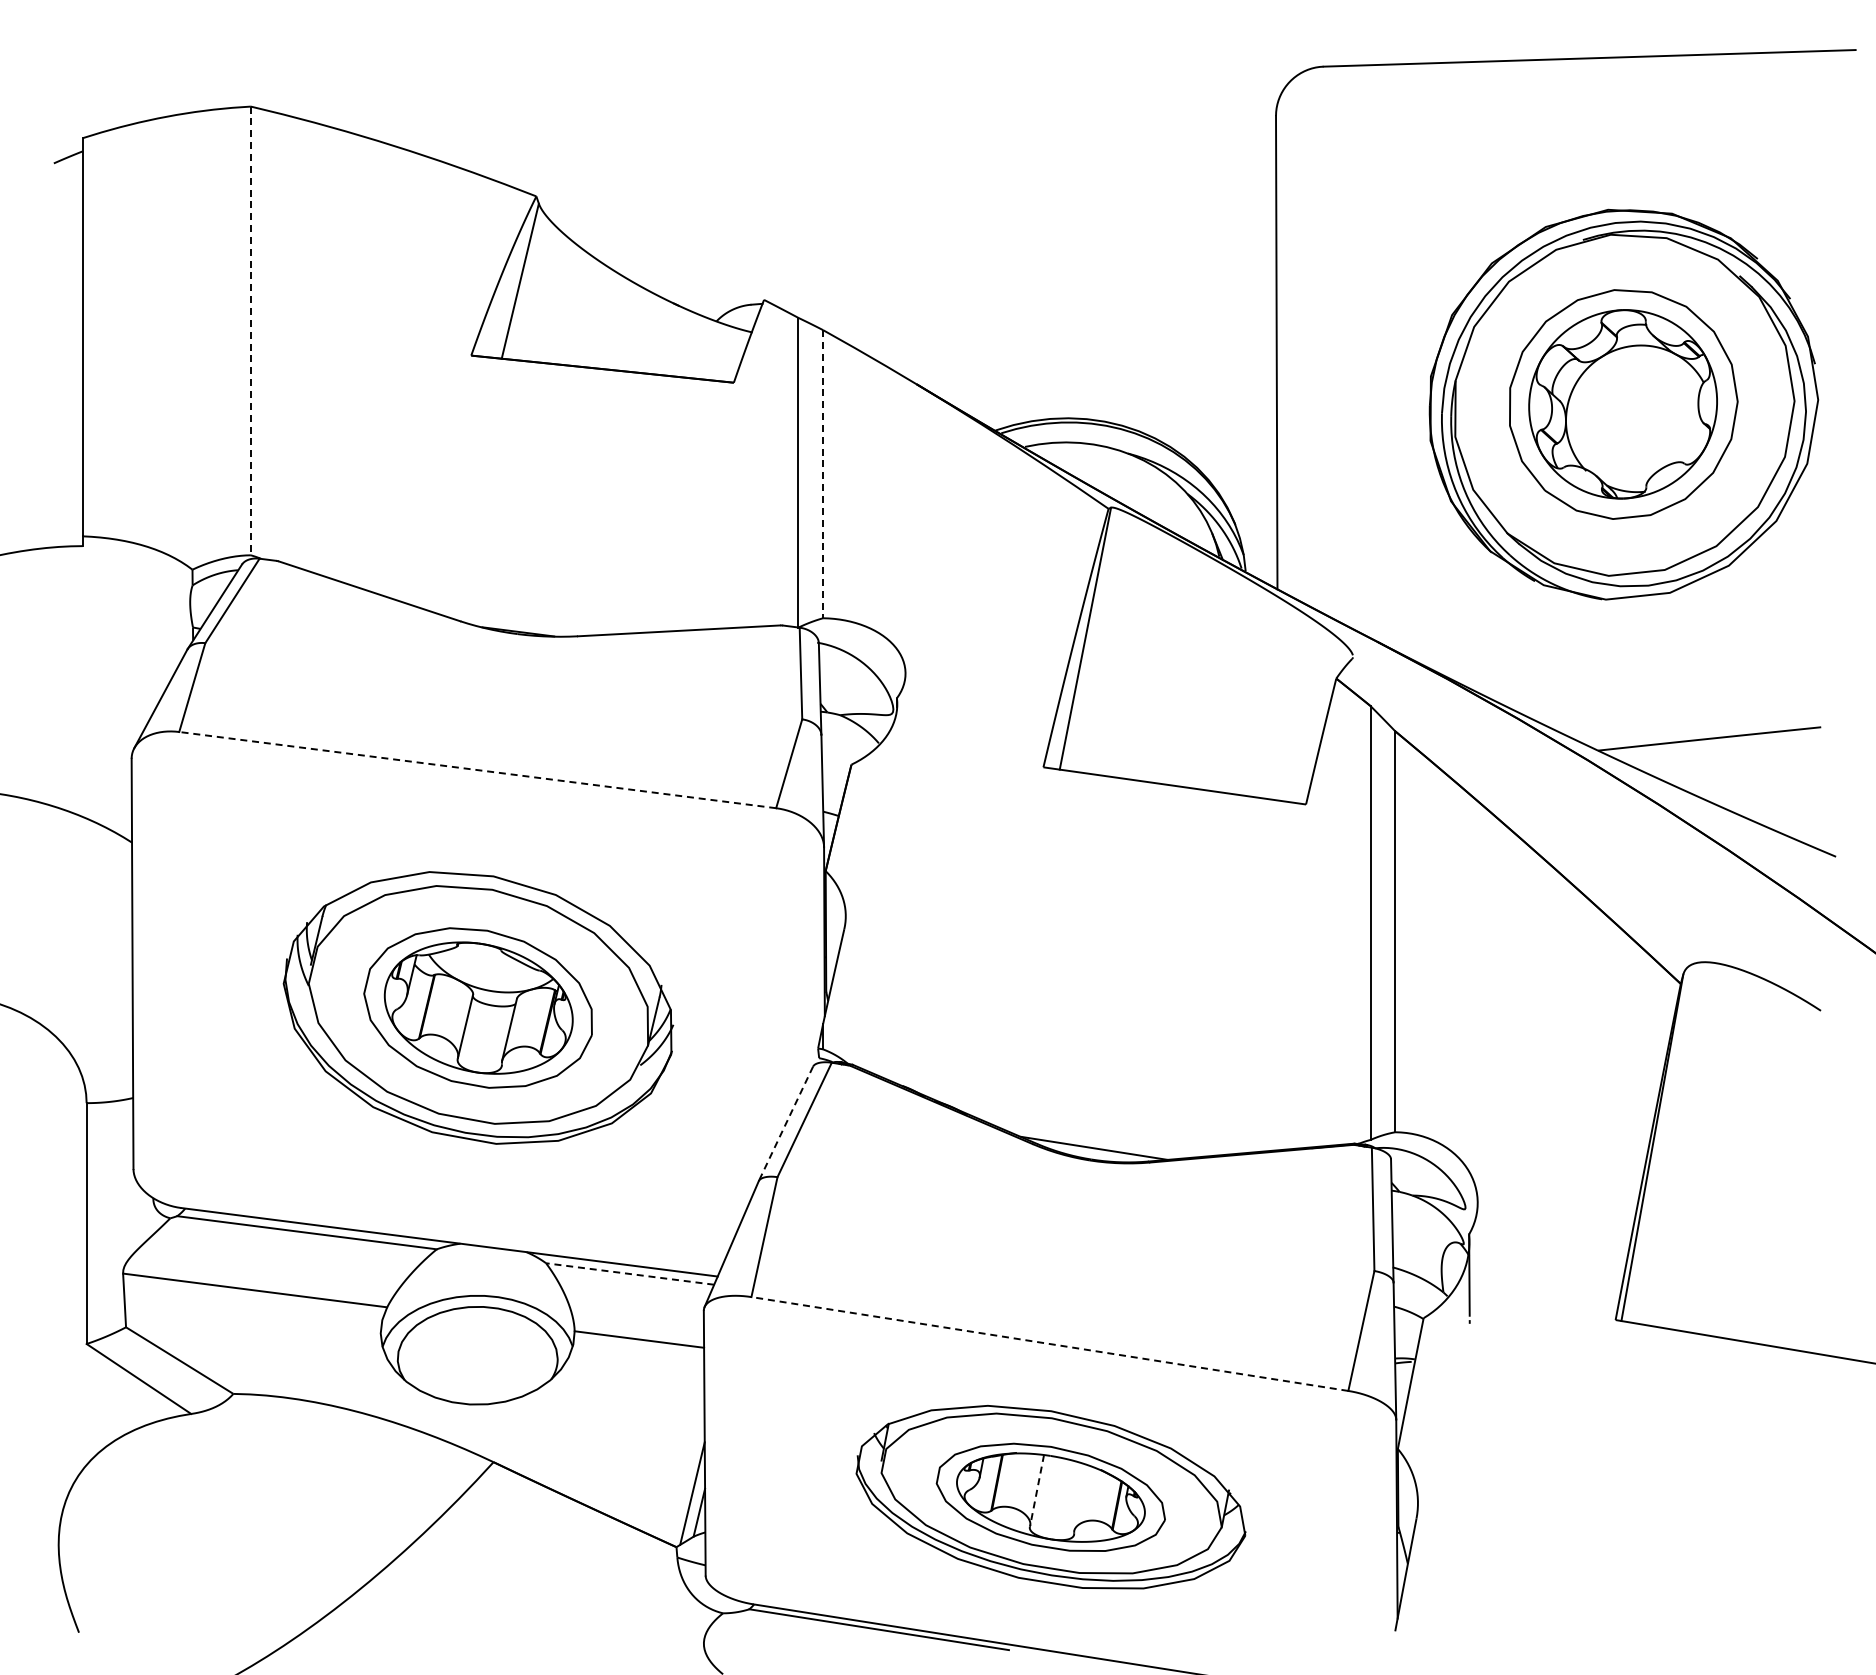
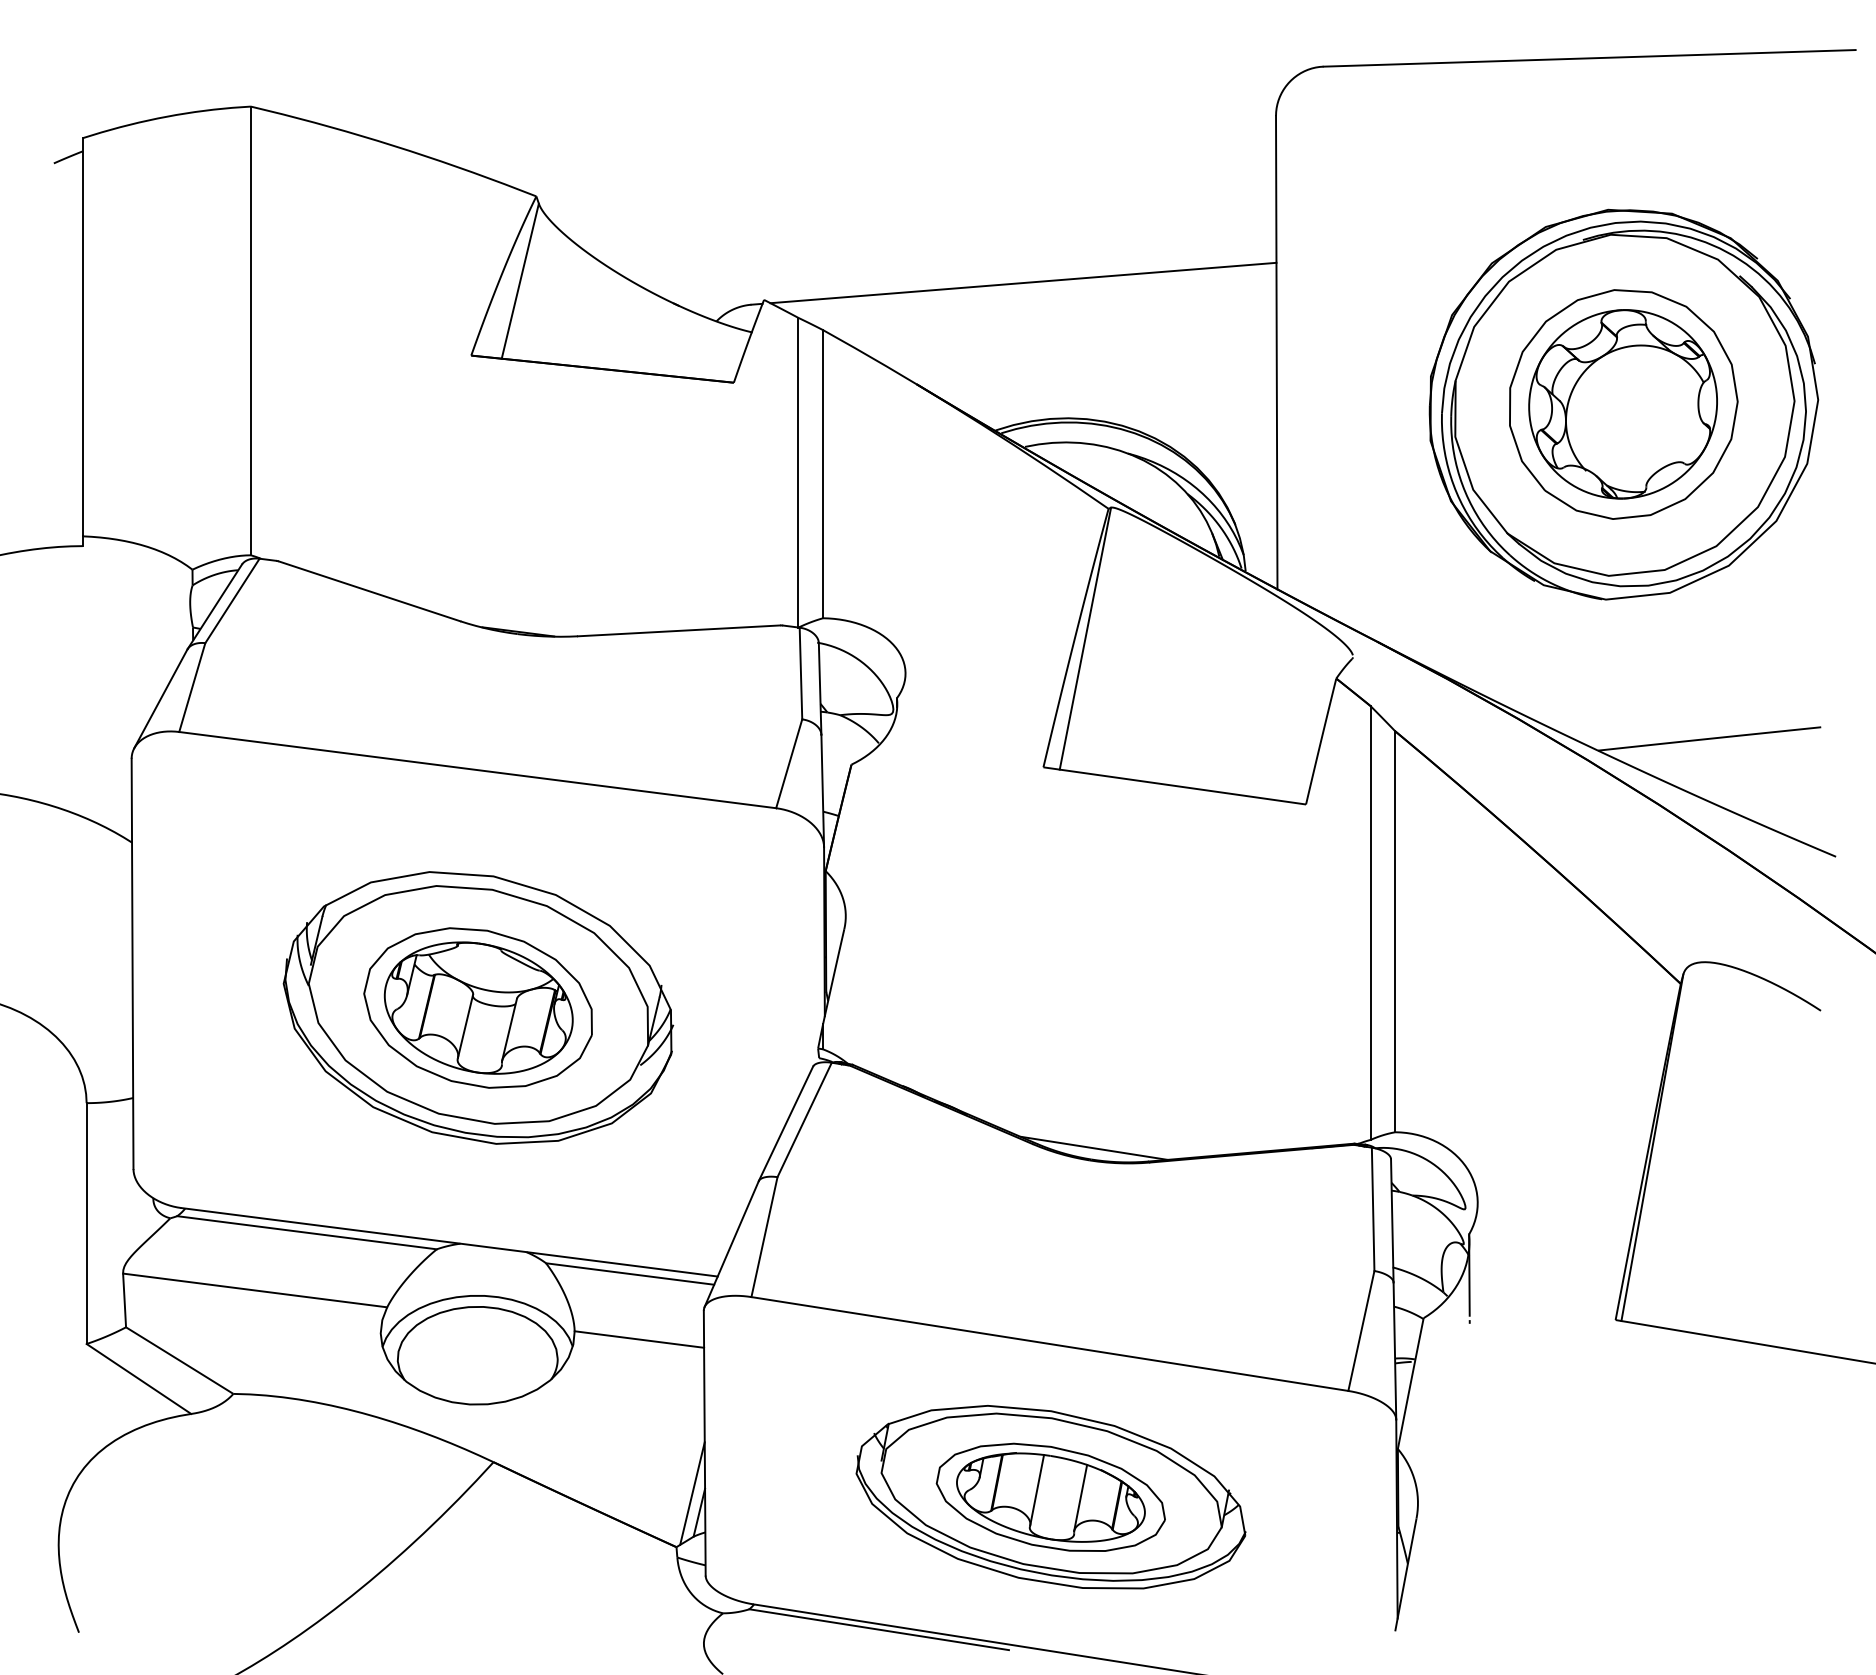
line at (1023, 282): none -> present
line at (250, 331): dashed -> solid
line at (823, 474): dashed -> solid
line at (477, 770): dashed -> solid
line at (785, 1124): dashed -> solid
line at (630, 1274): dashed -> solid
line at (1049, 1343): dashed -> solid
line at (1037, 1490): dashed -> solid
line at (1080, 1497): none -> present
